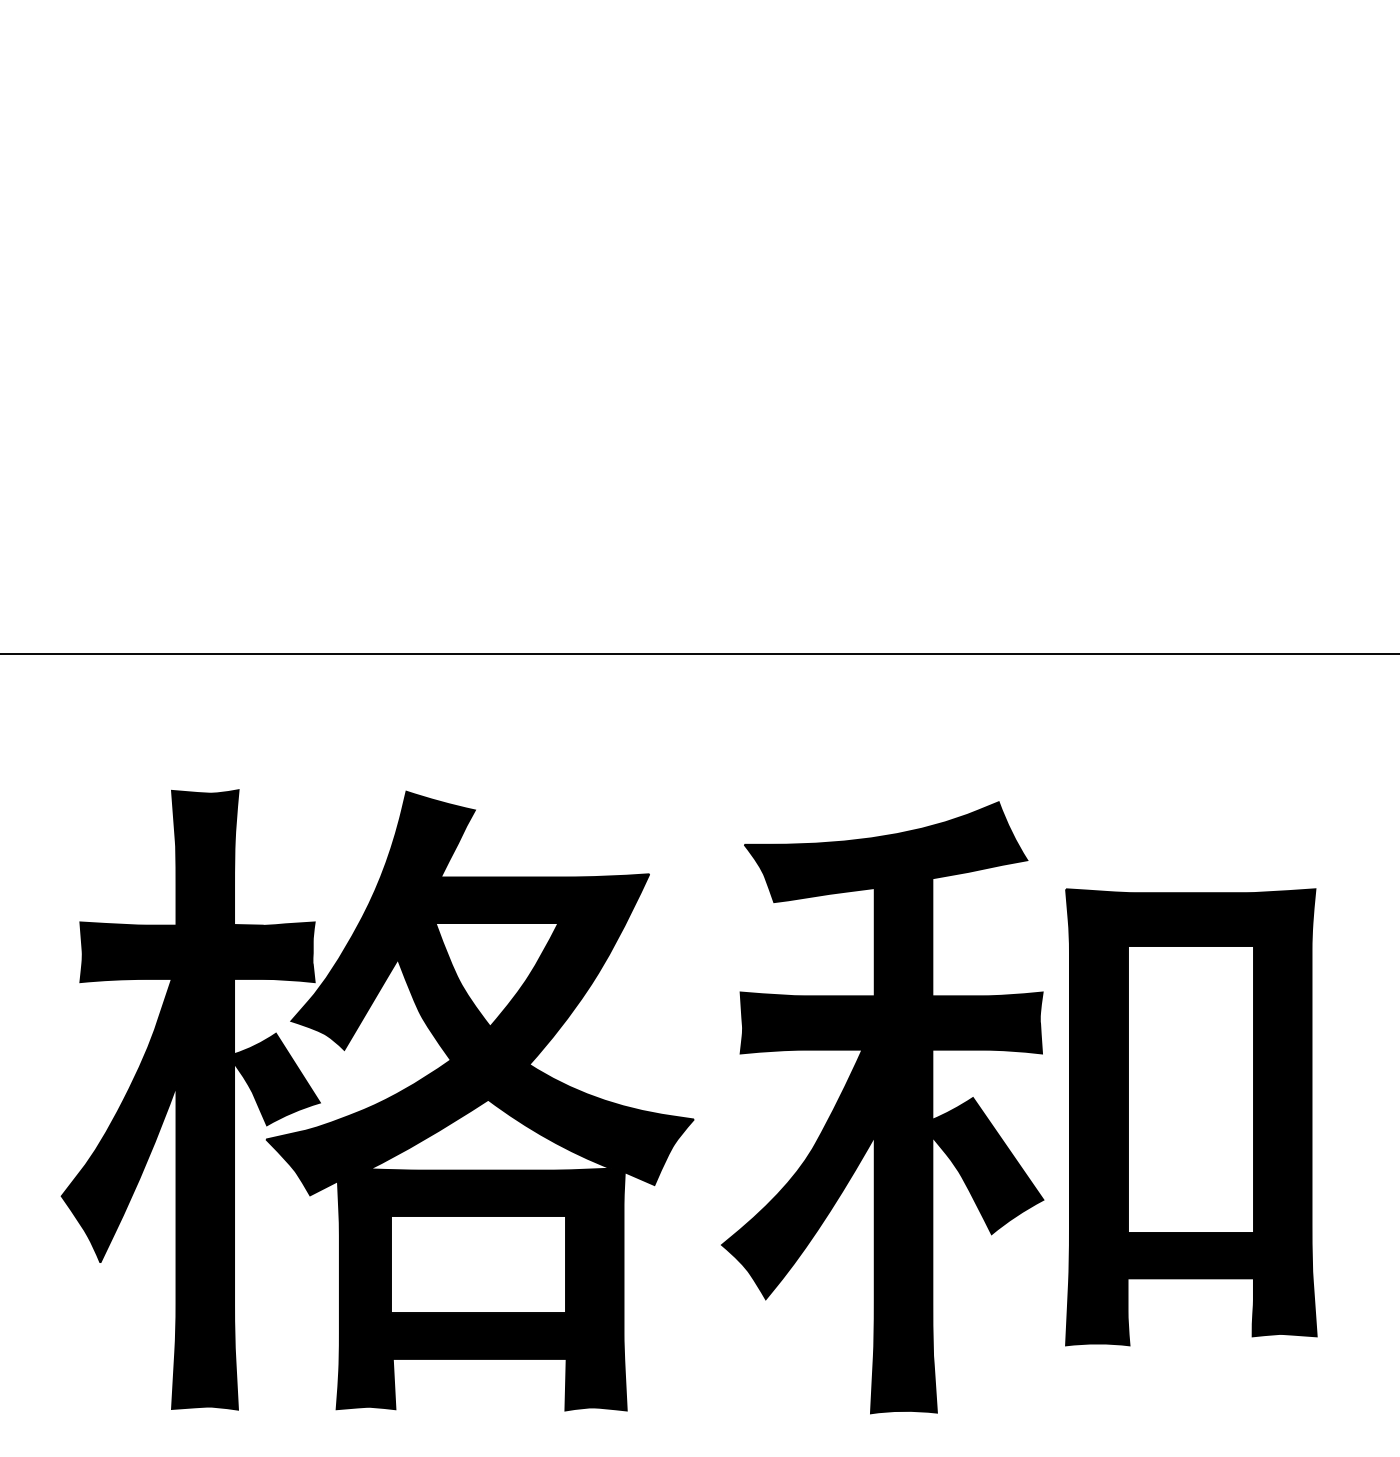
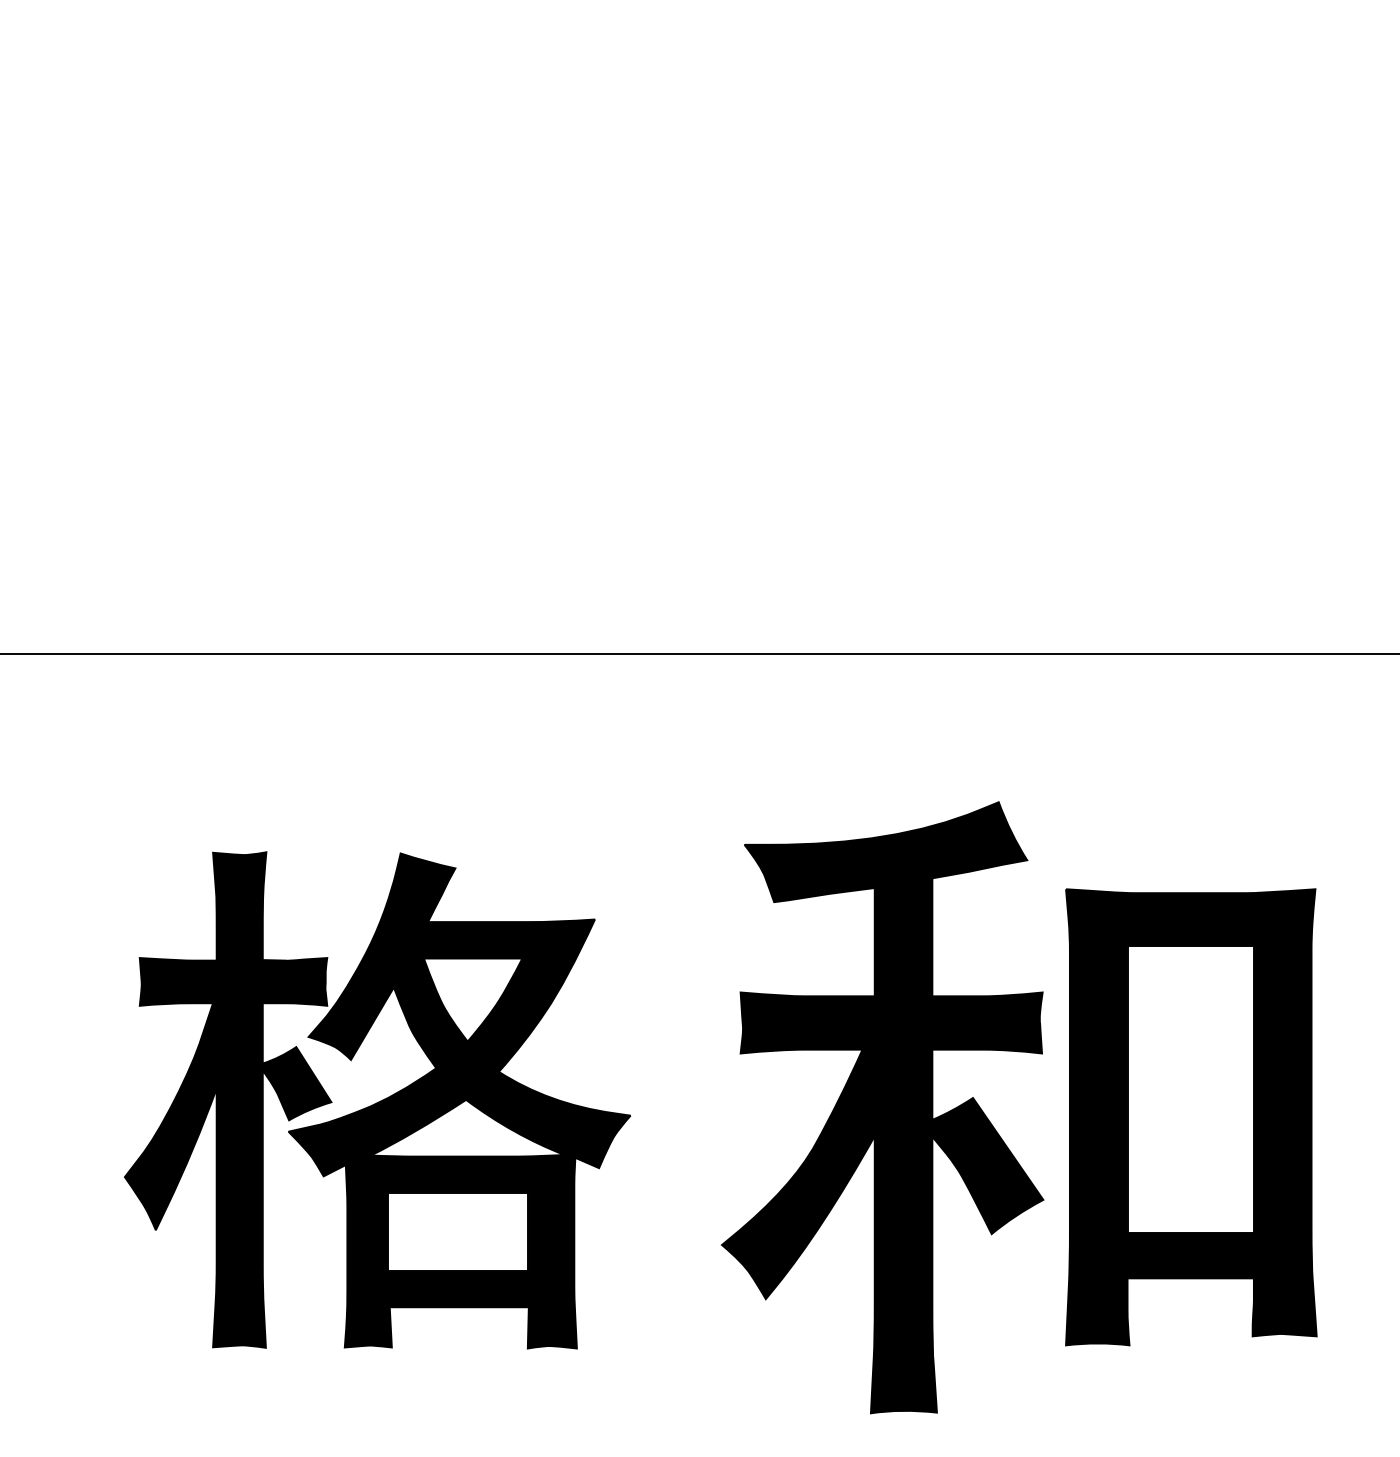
part at (377, 1100) size: 635x623 px -> 508x499 px
